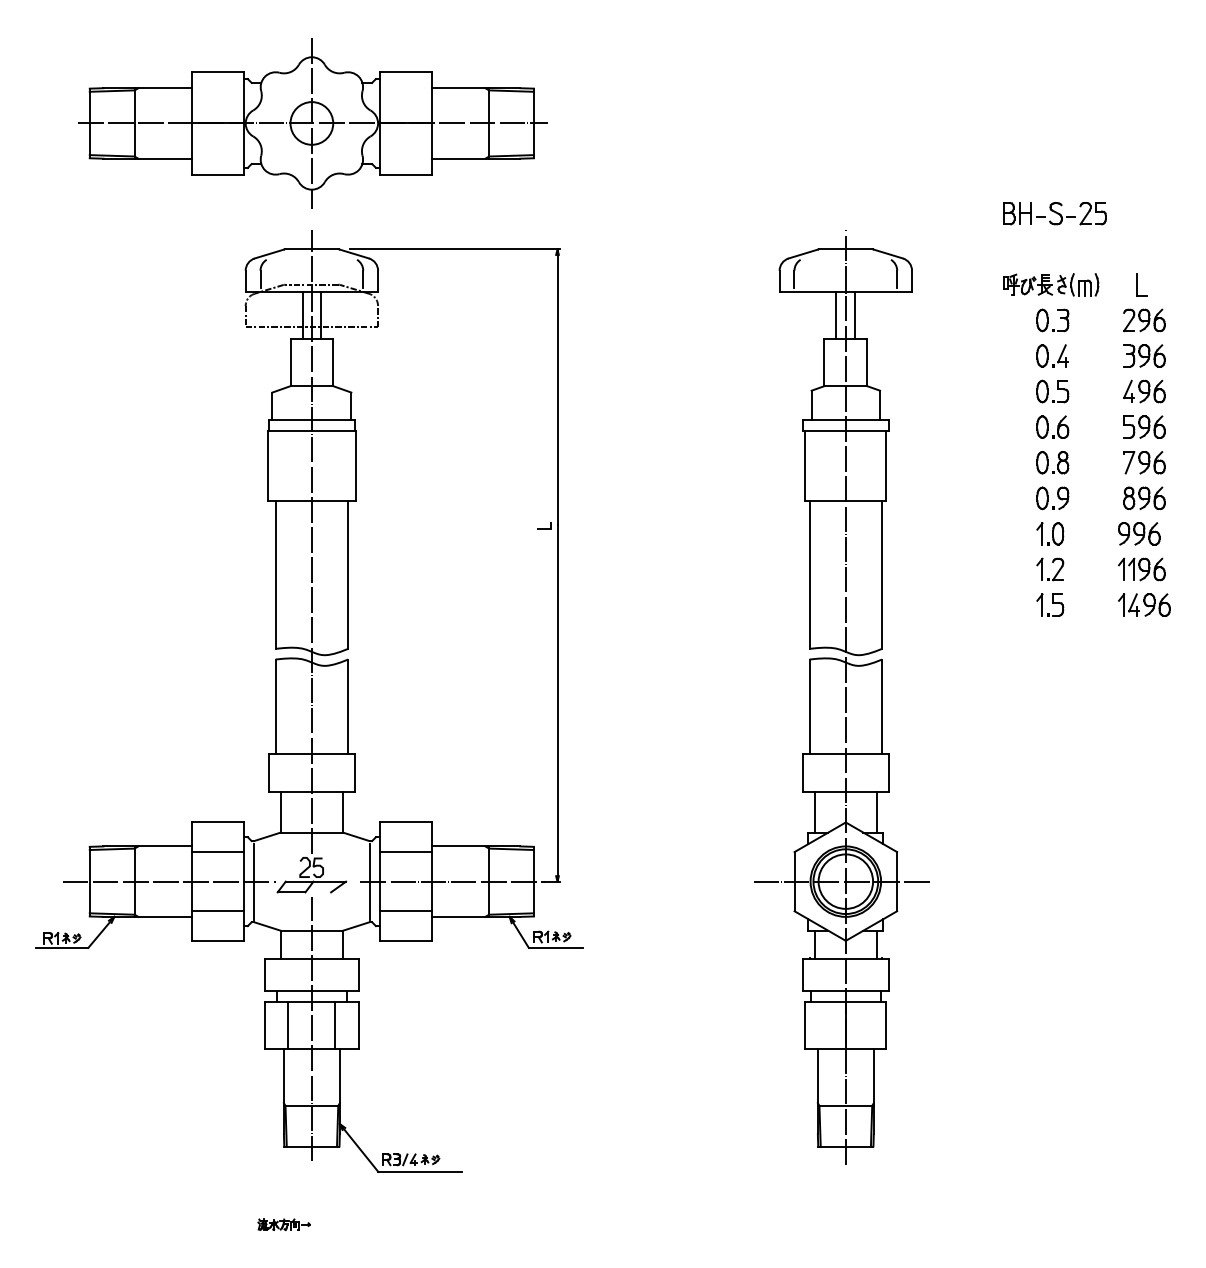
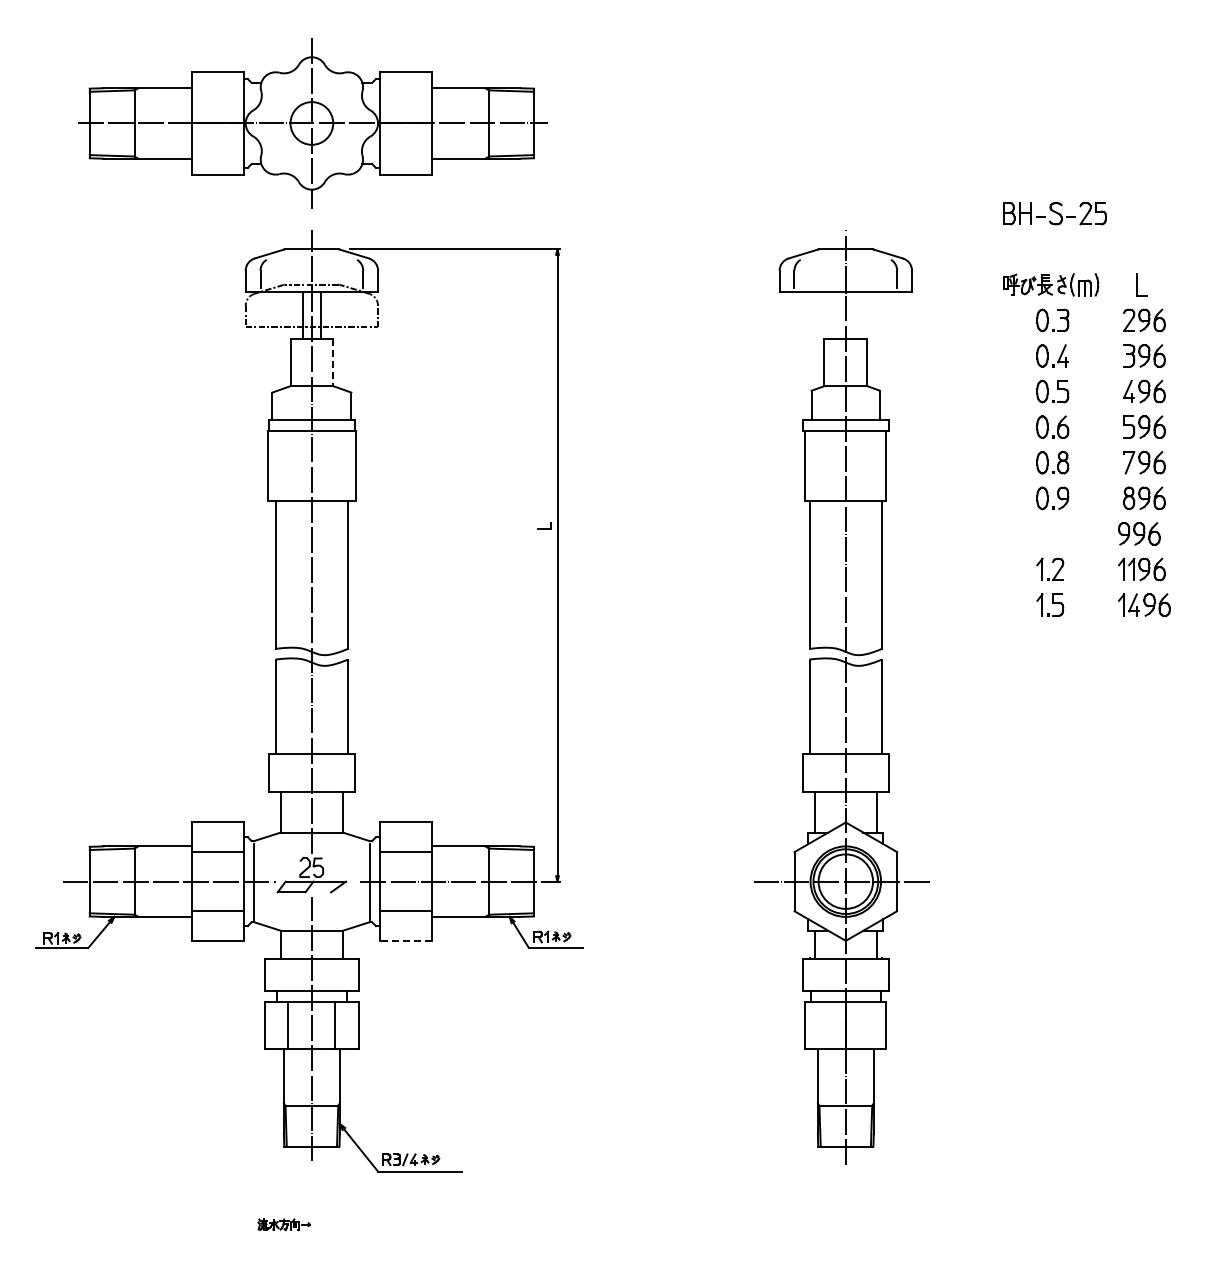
line at (836, 315): present -> none
line at (855, 315): present -> none
line at (333, 363): solid -> dashed
part at (1050, 533): present -> none
line at (405, 940): solid -> dashed
